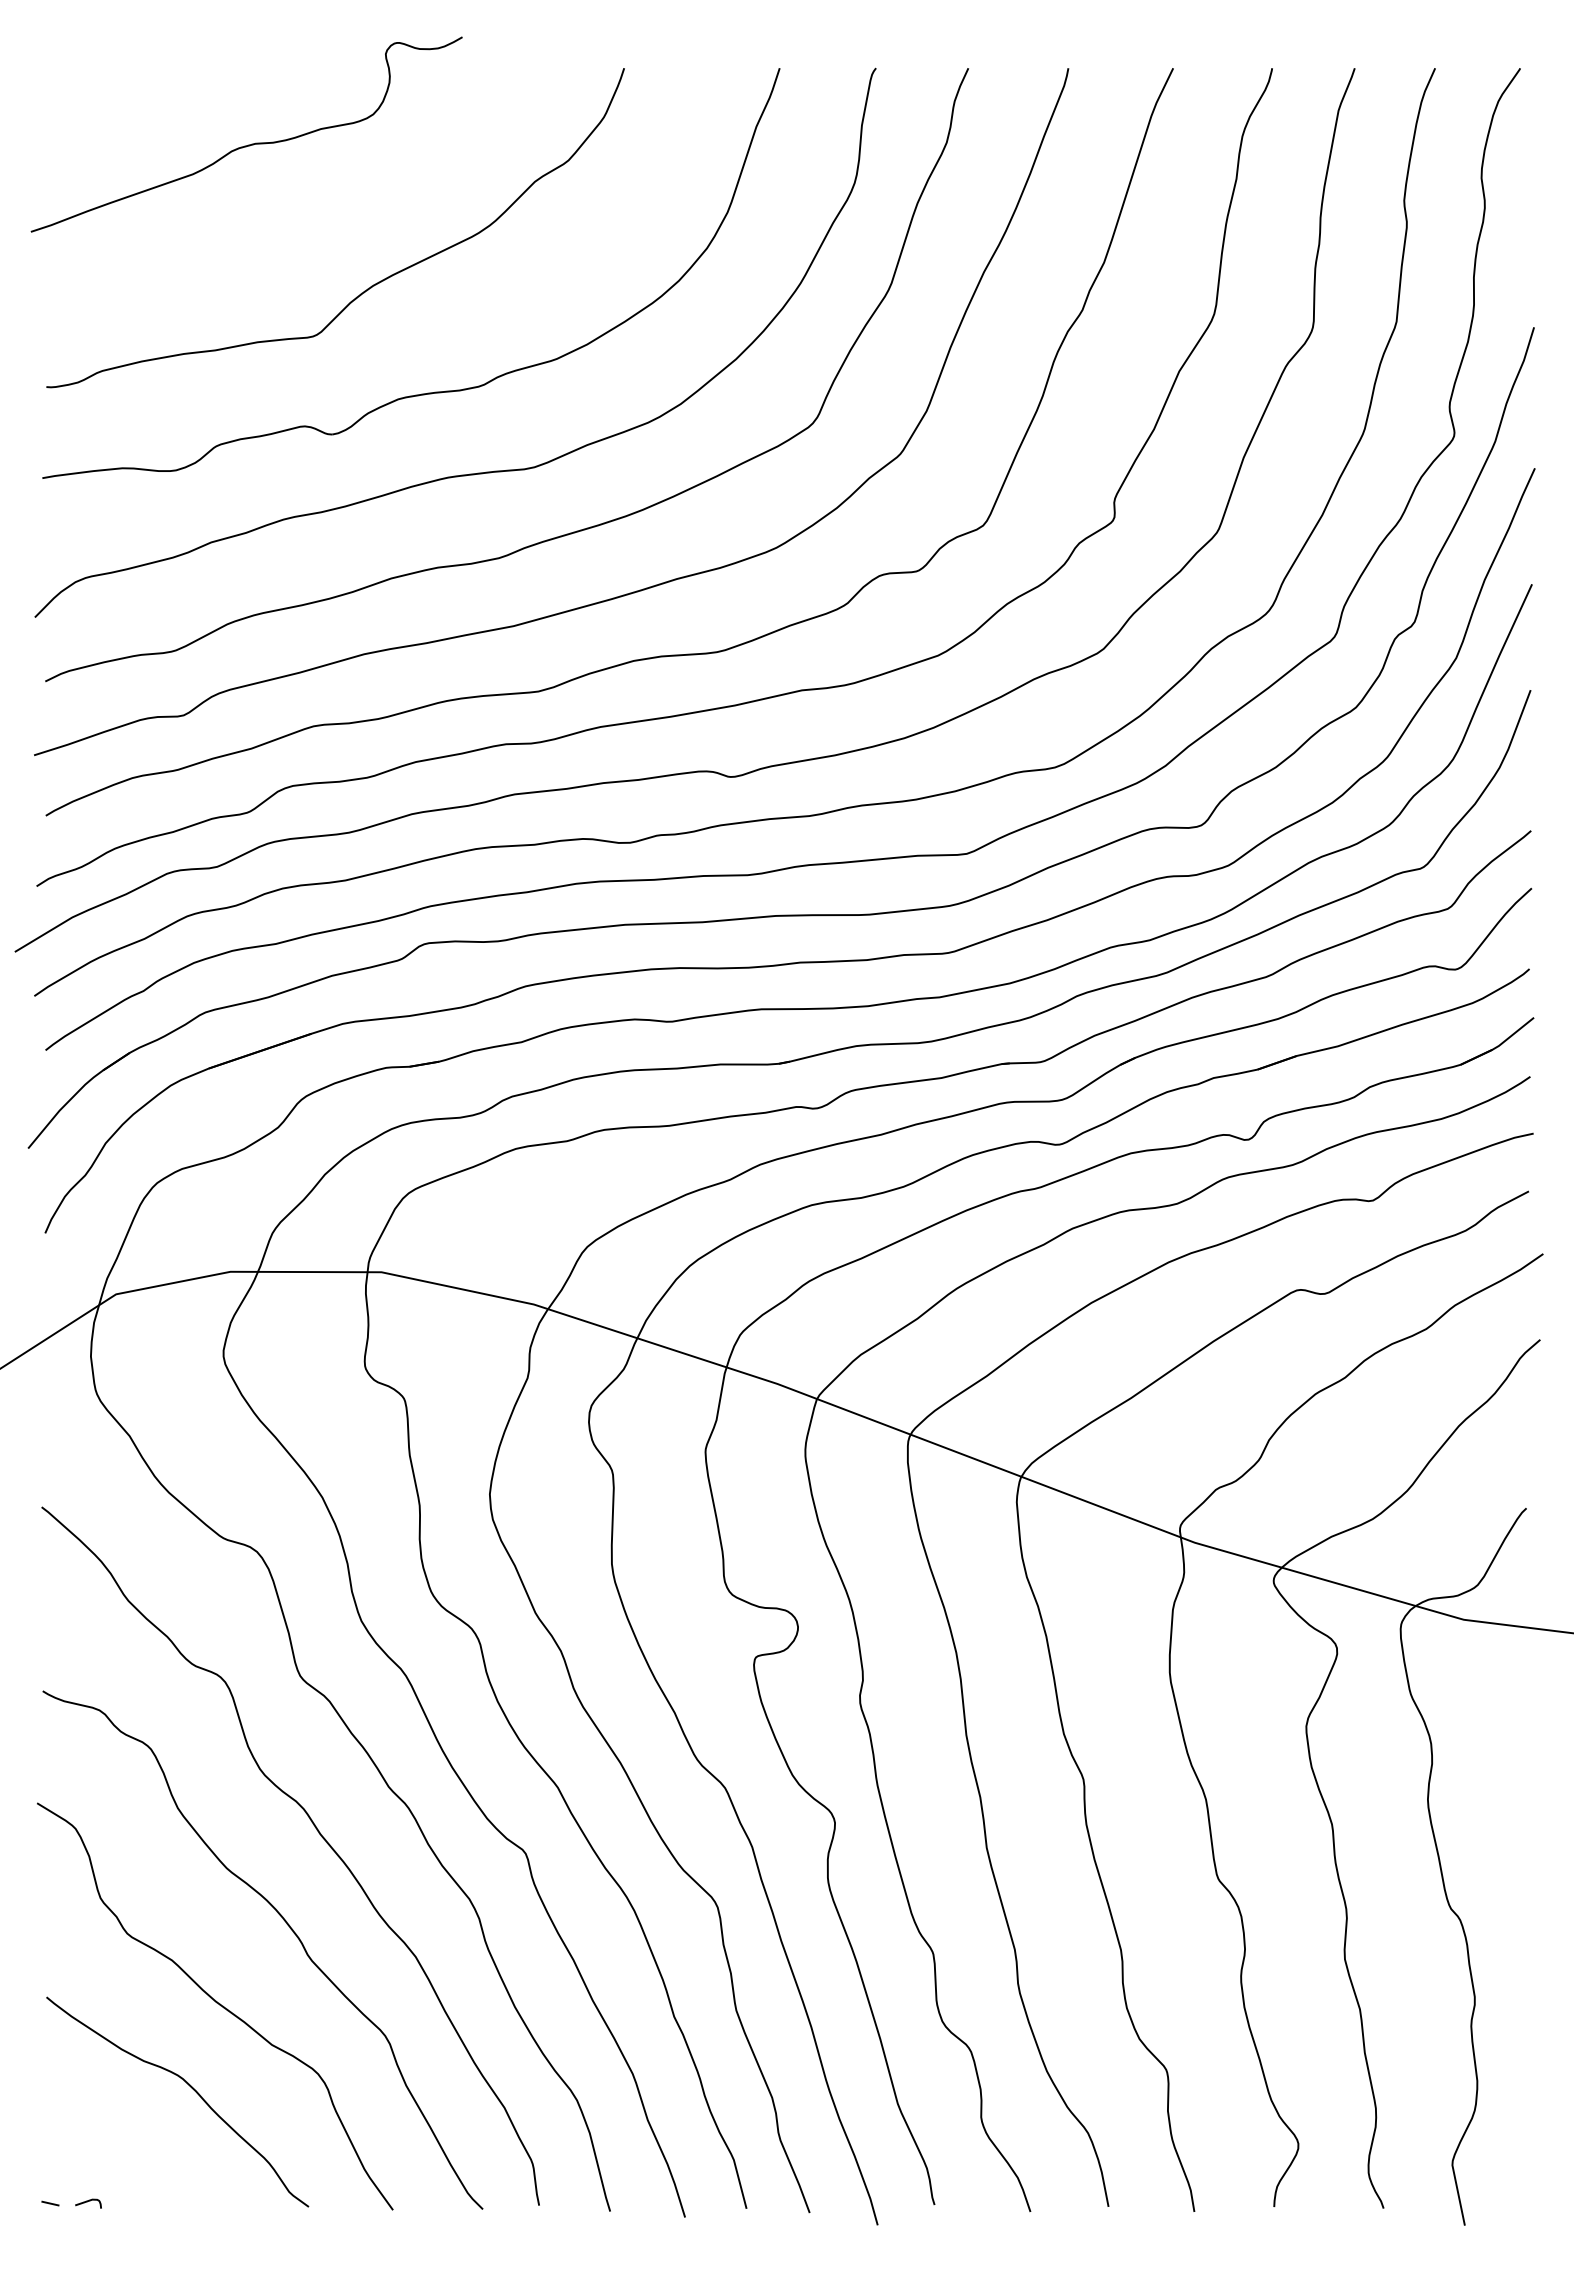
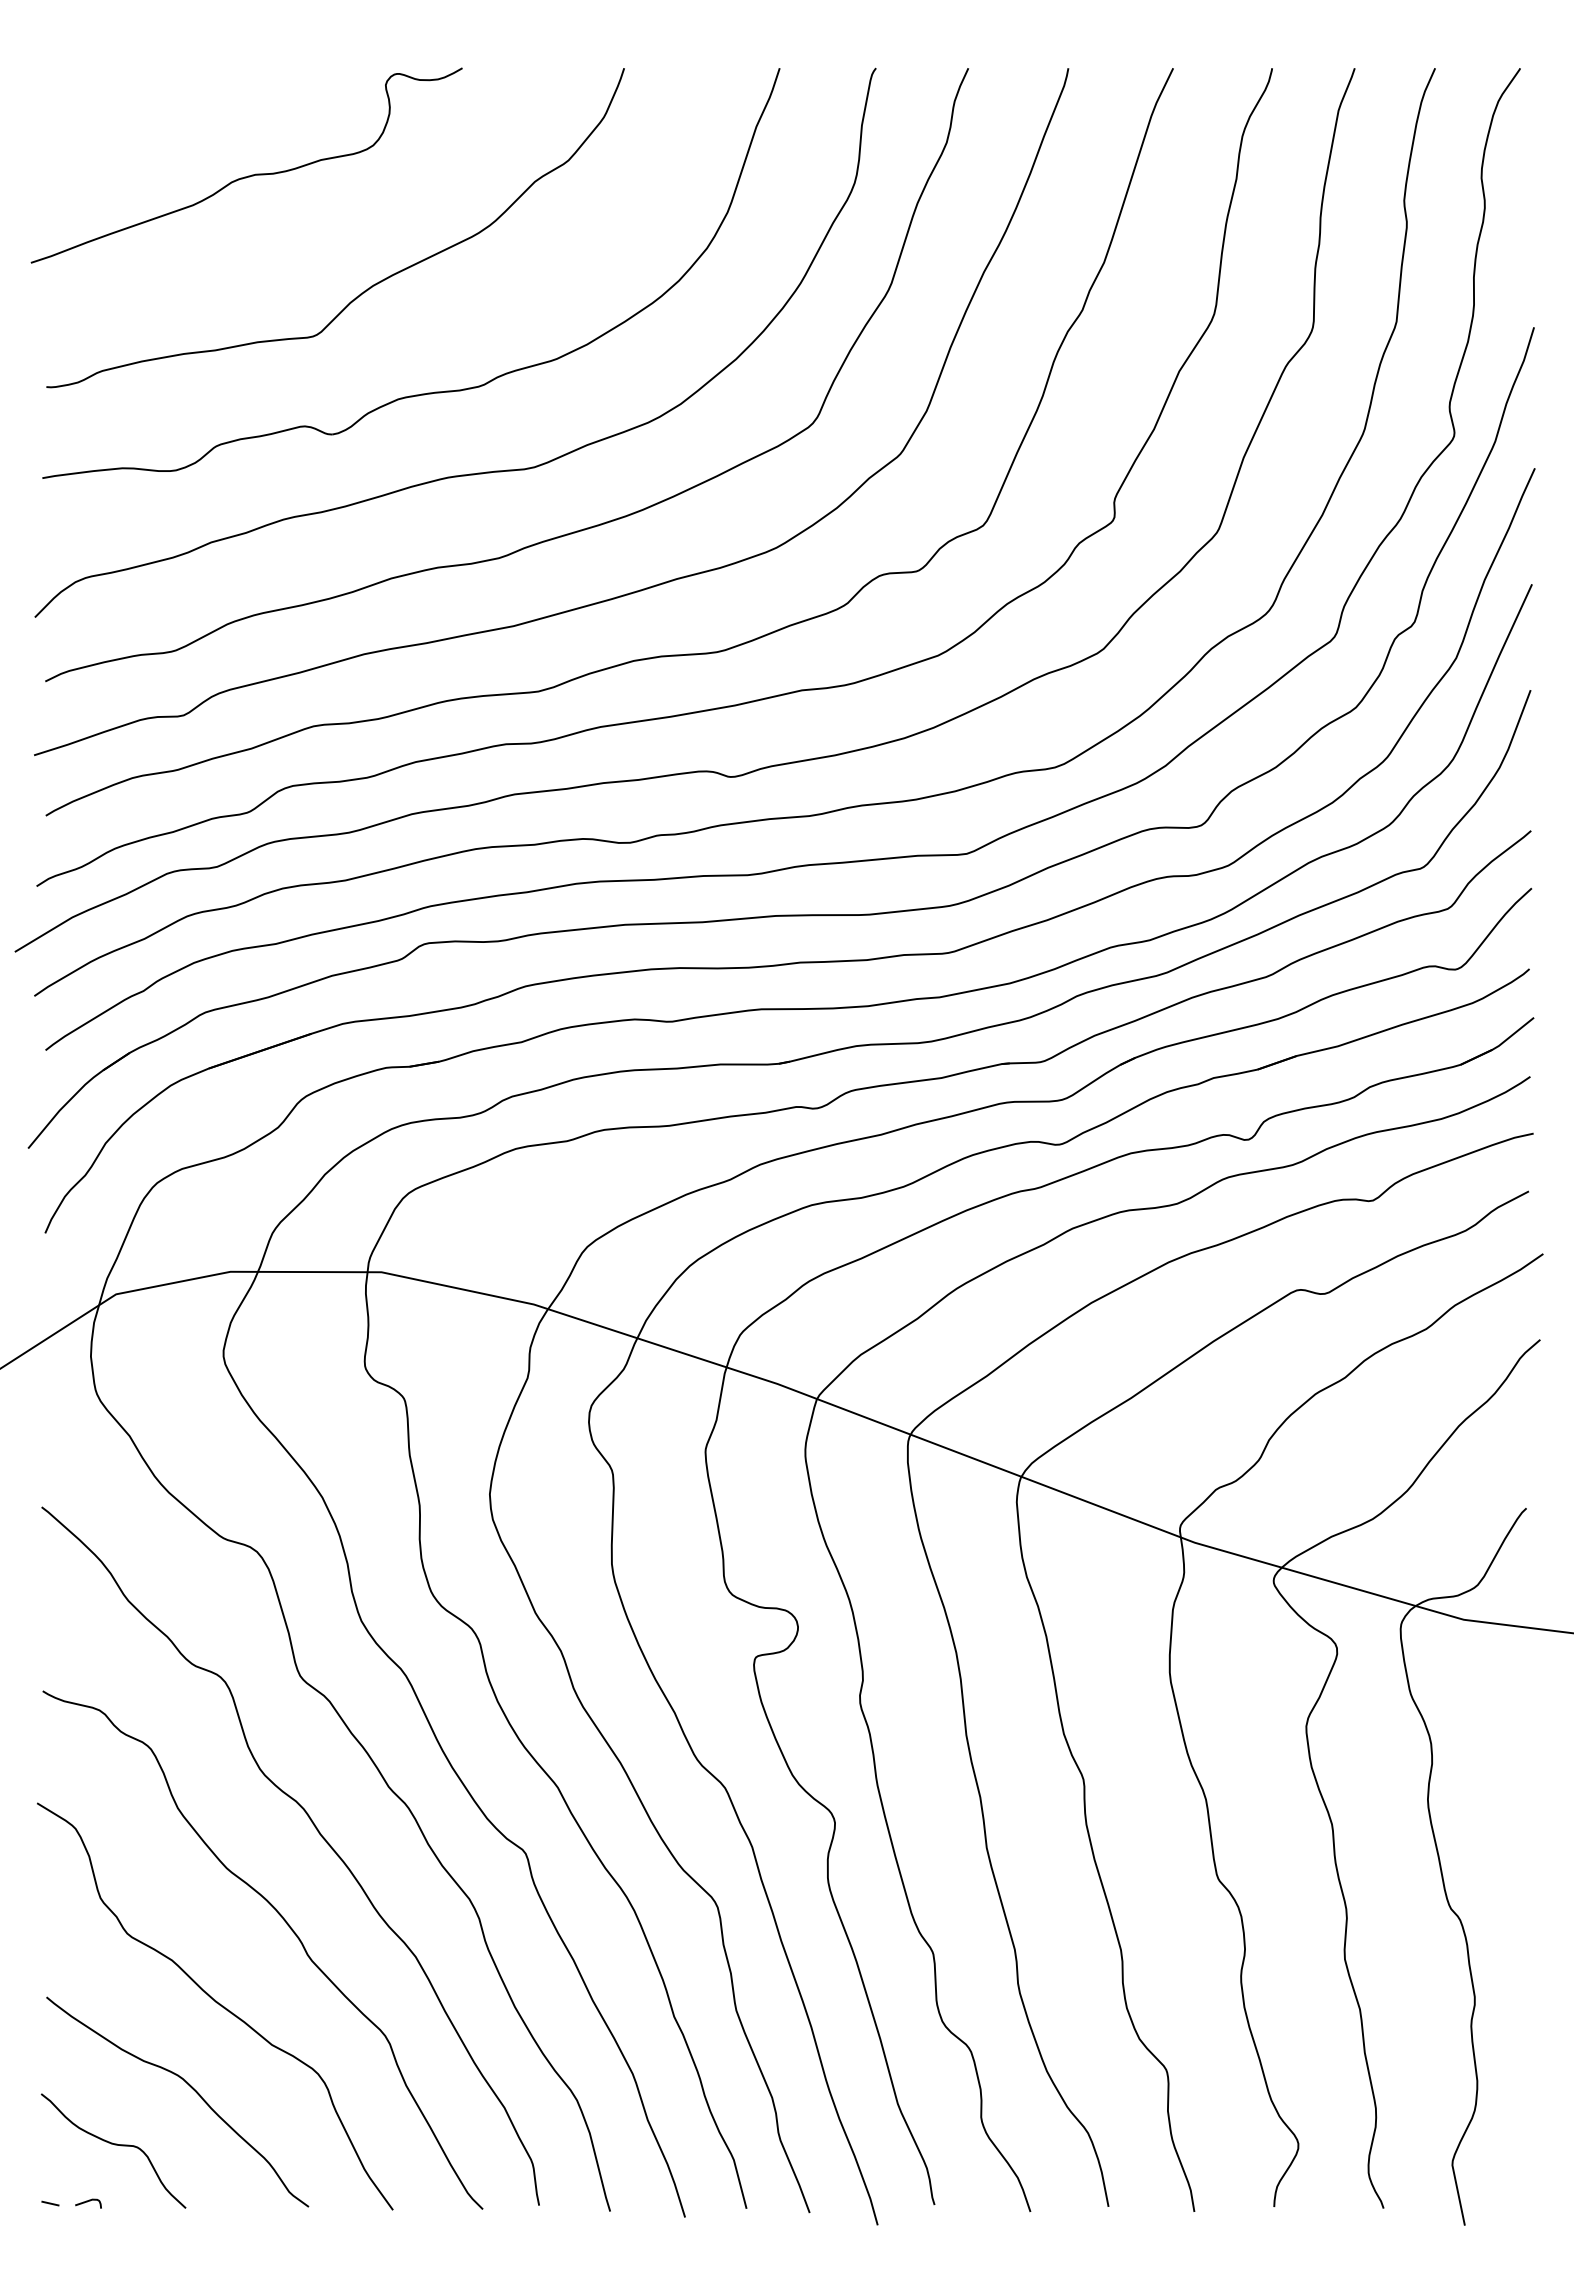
curve at (248, 144) position: (248, 144) -> (248, 175)
curve at (114, 2145): none -> present
